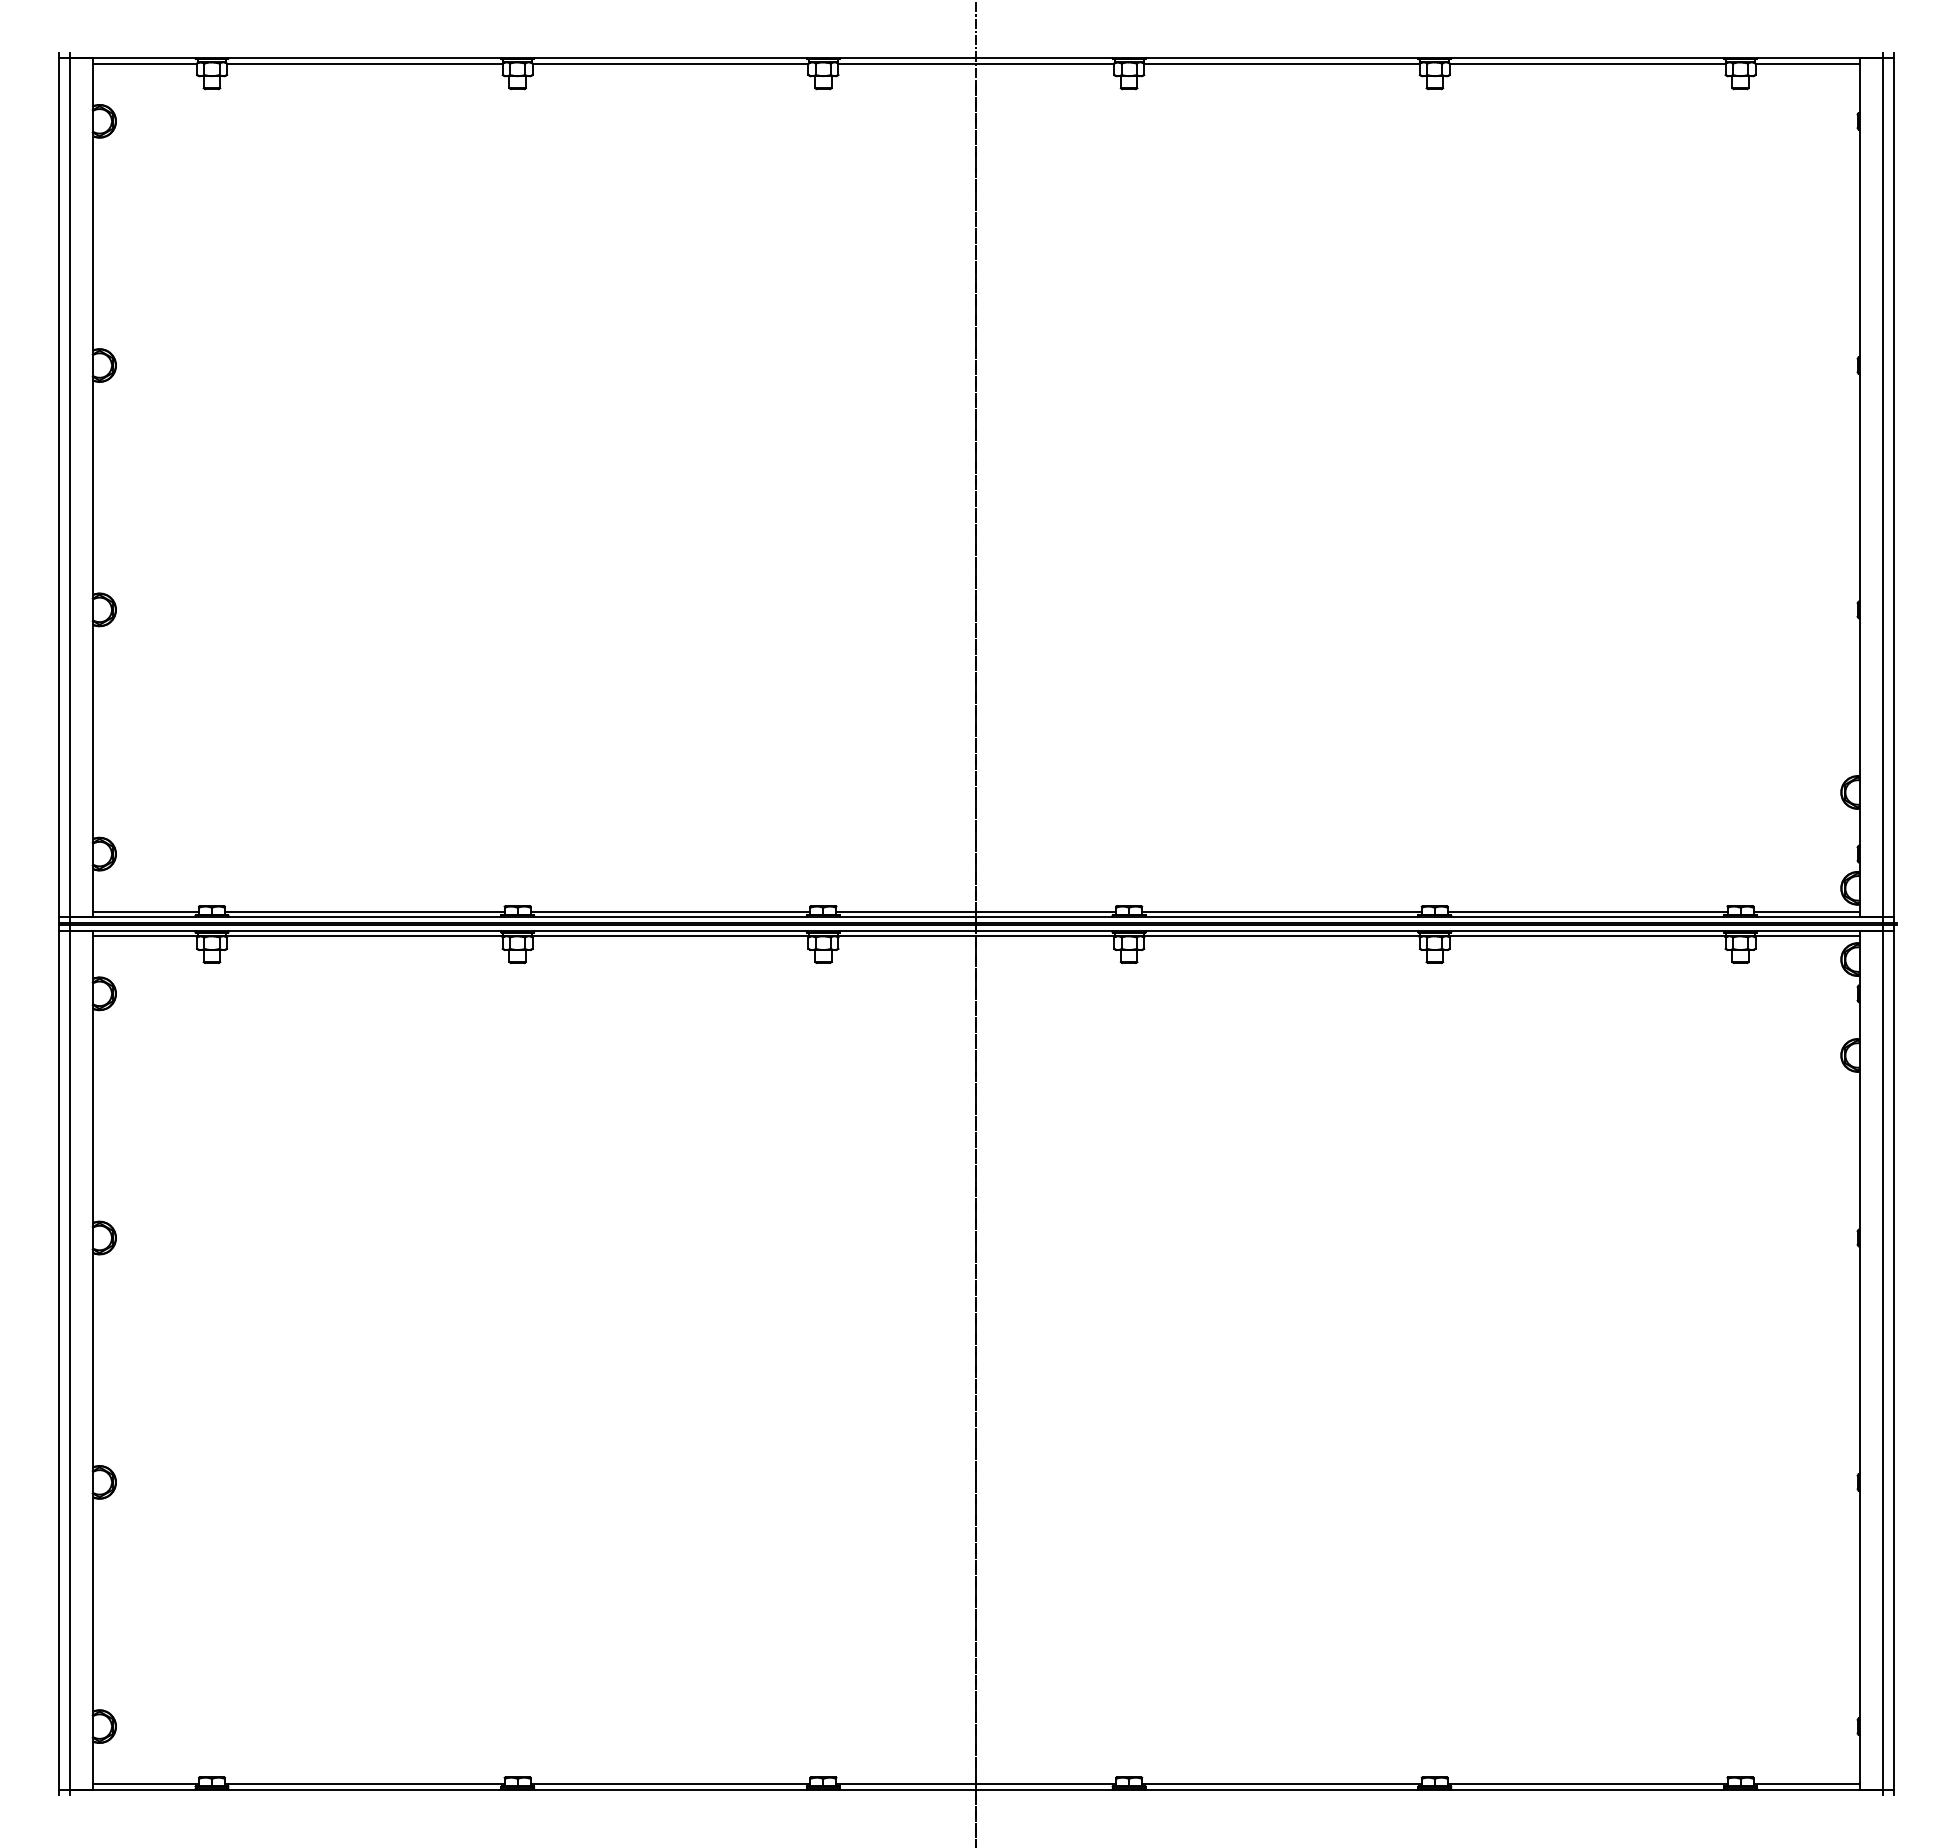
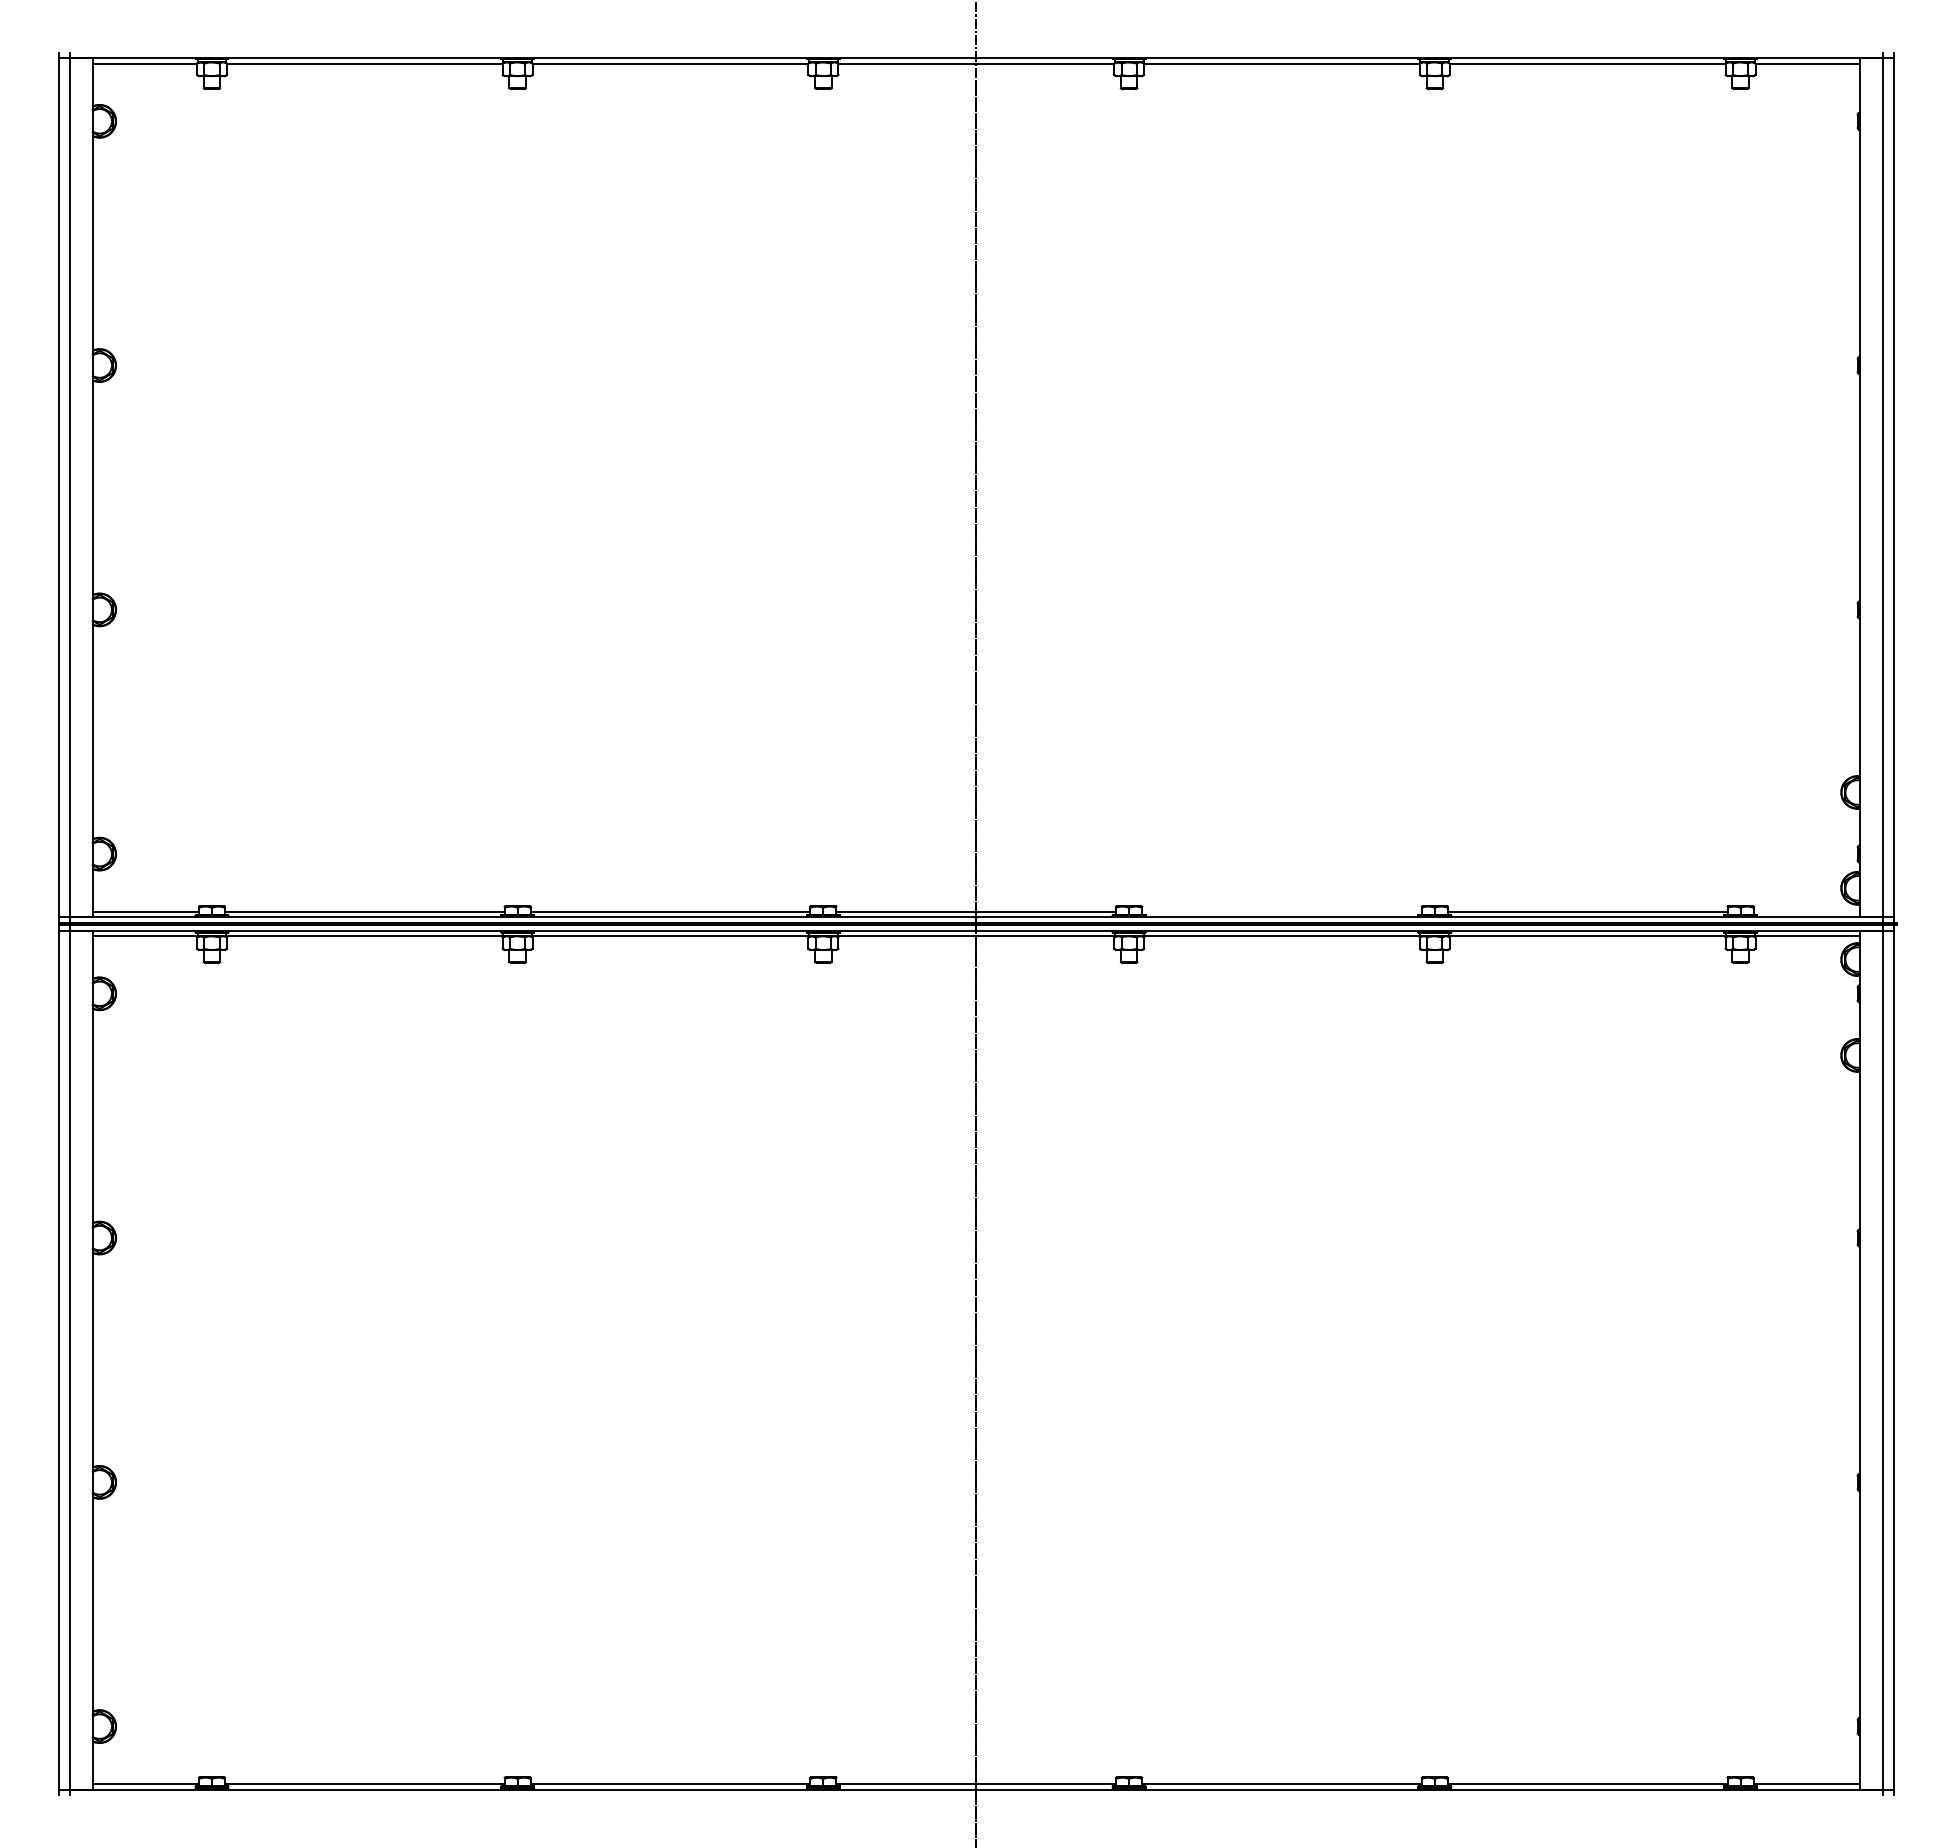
line at (1281, 911): present -> none
line at (1806, 911): present -> none
